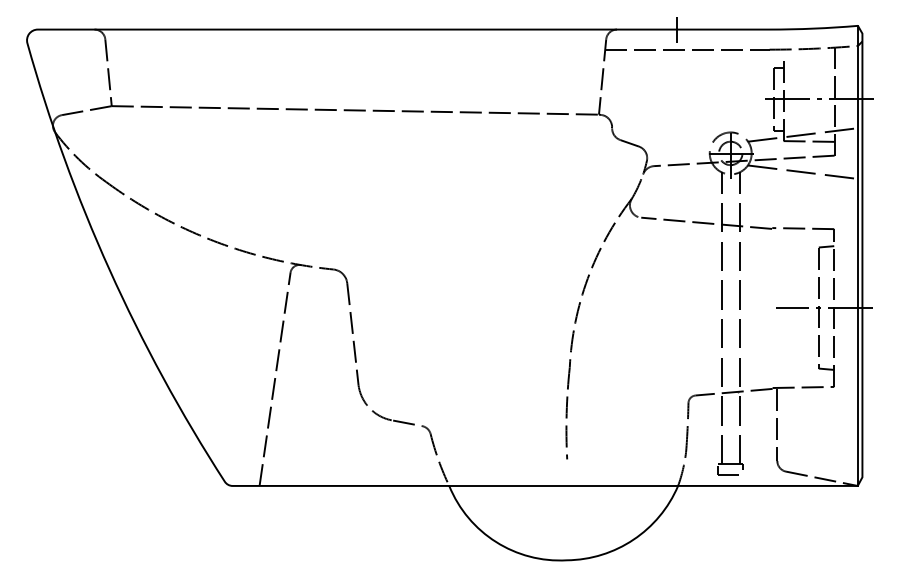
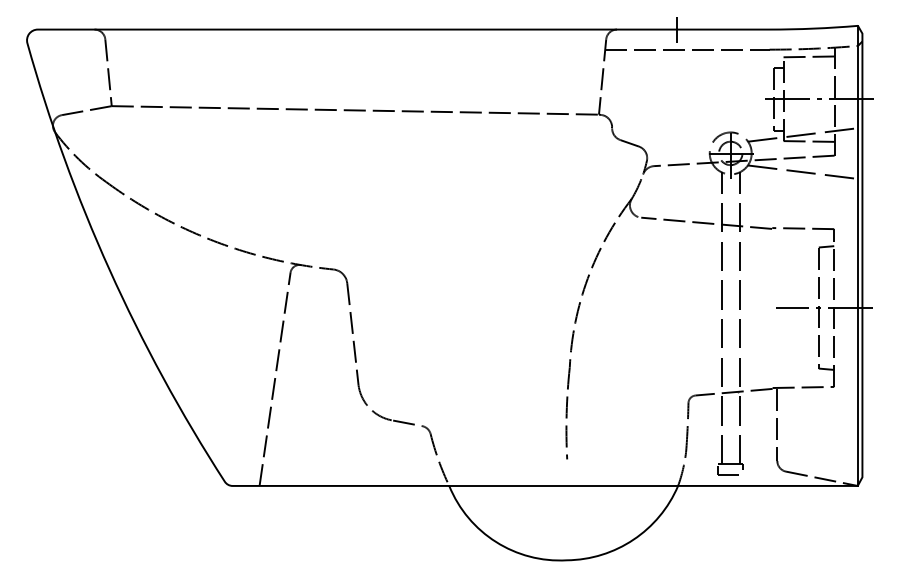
line at (808, 56): none -> present
